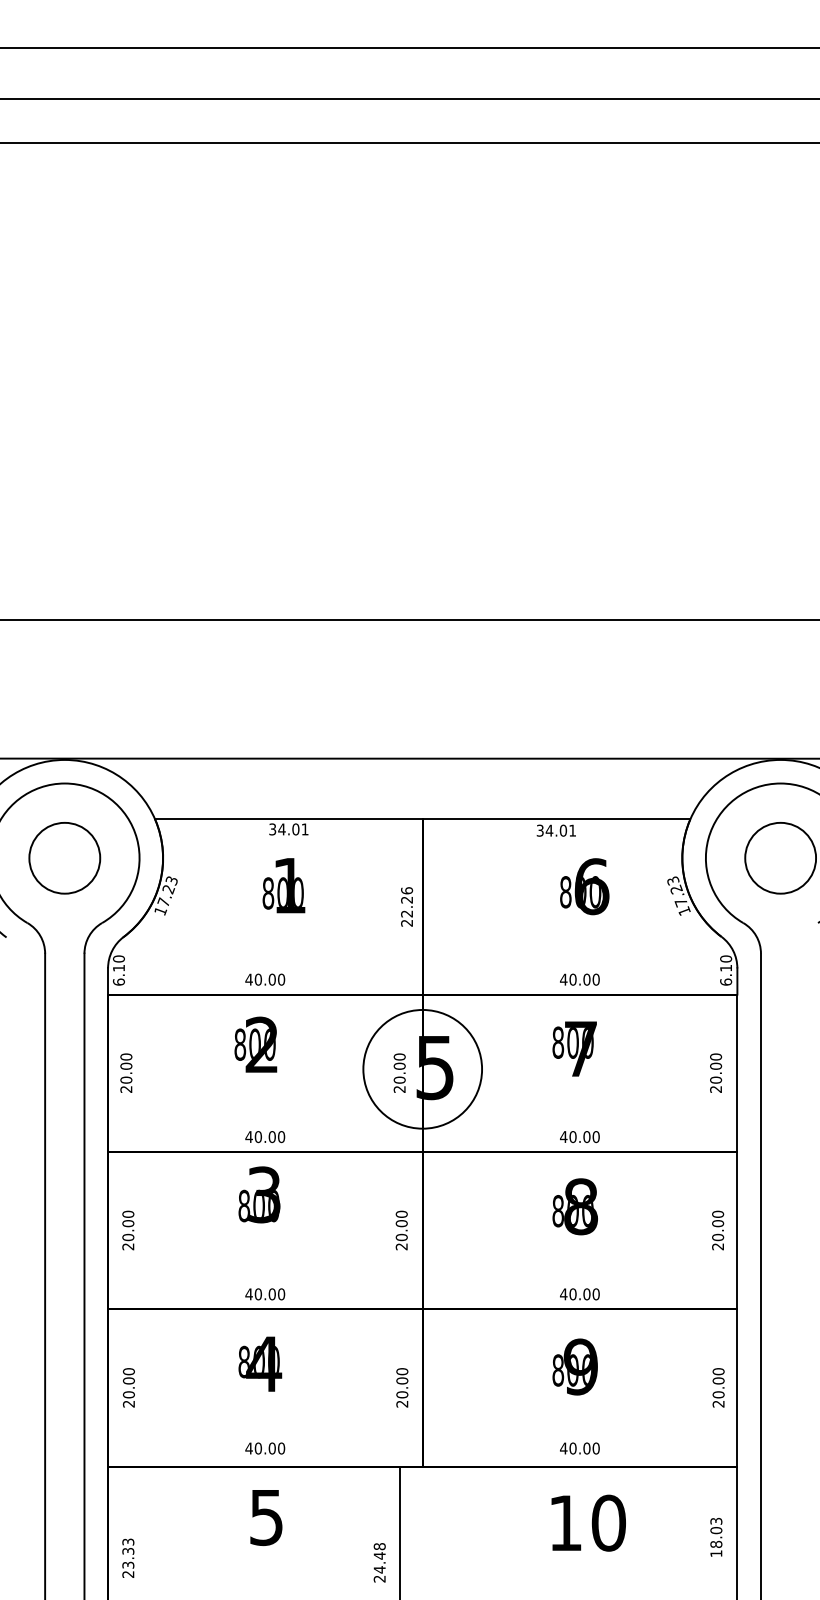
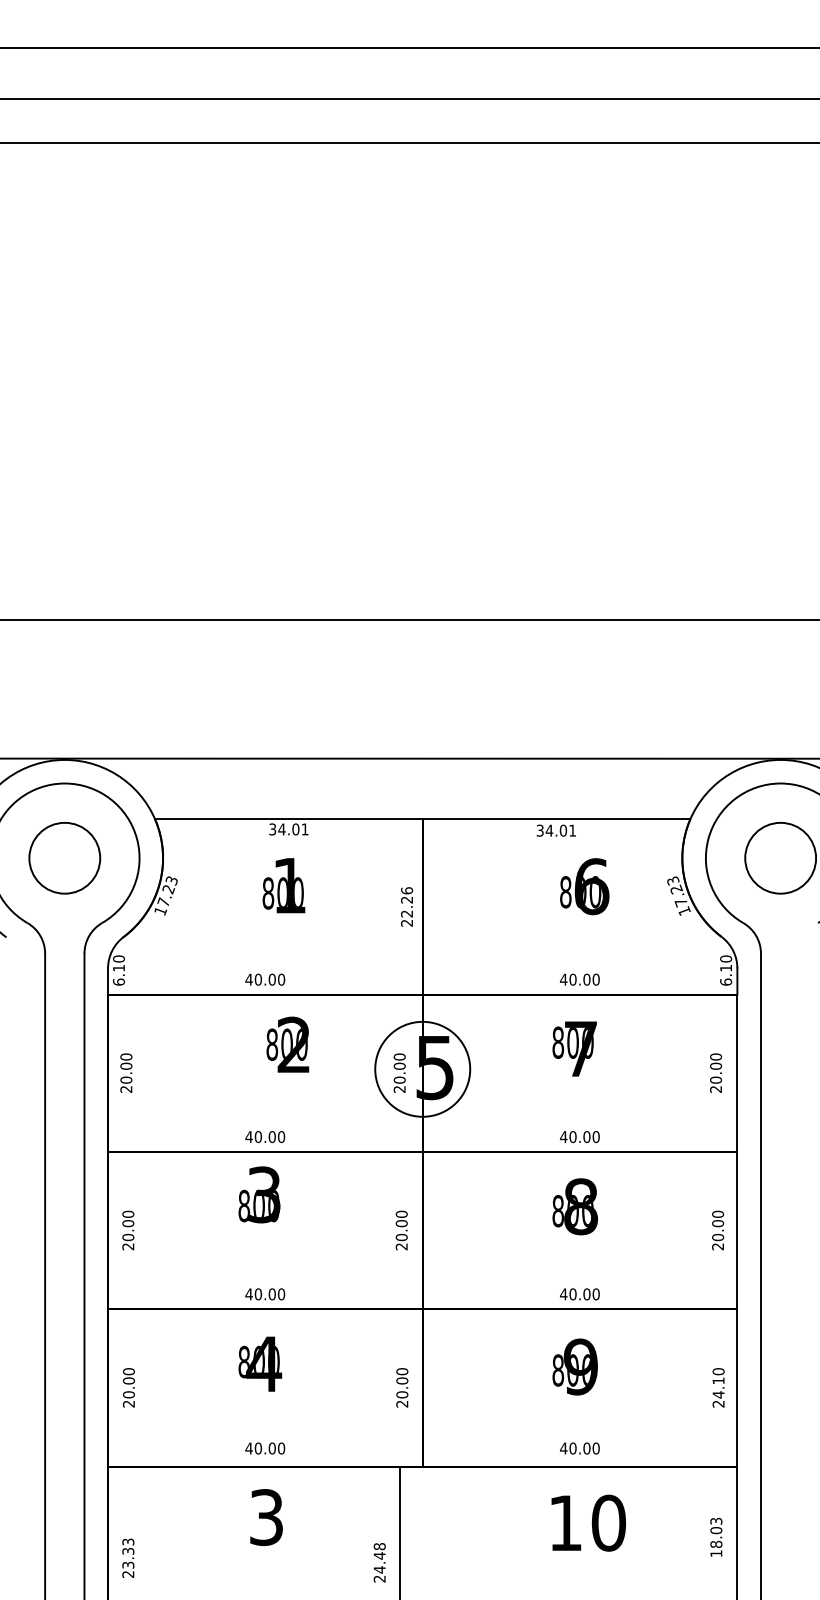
text at (255, 1044) position: (255, 1044) -> (287, 1044)
circle at (422, 1068) diameter: 119 px -> 95 px
text at (718, 1387): 20.00 -> 24.10
text at (266, 1517): 5 -> 3
